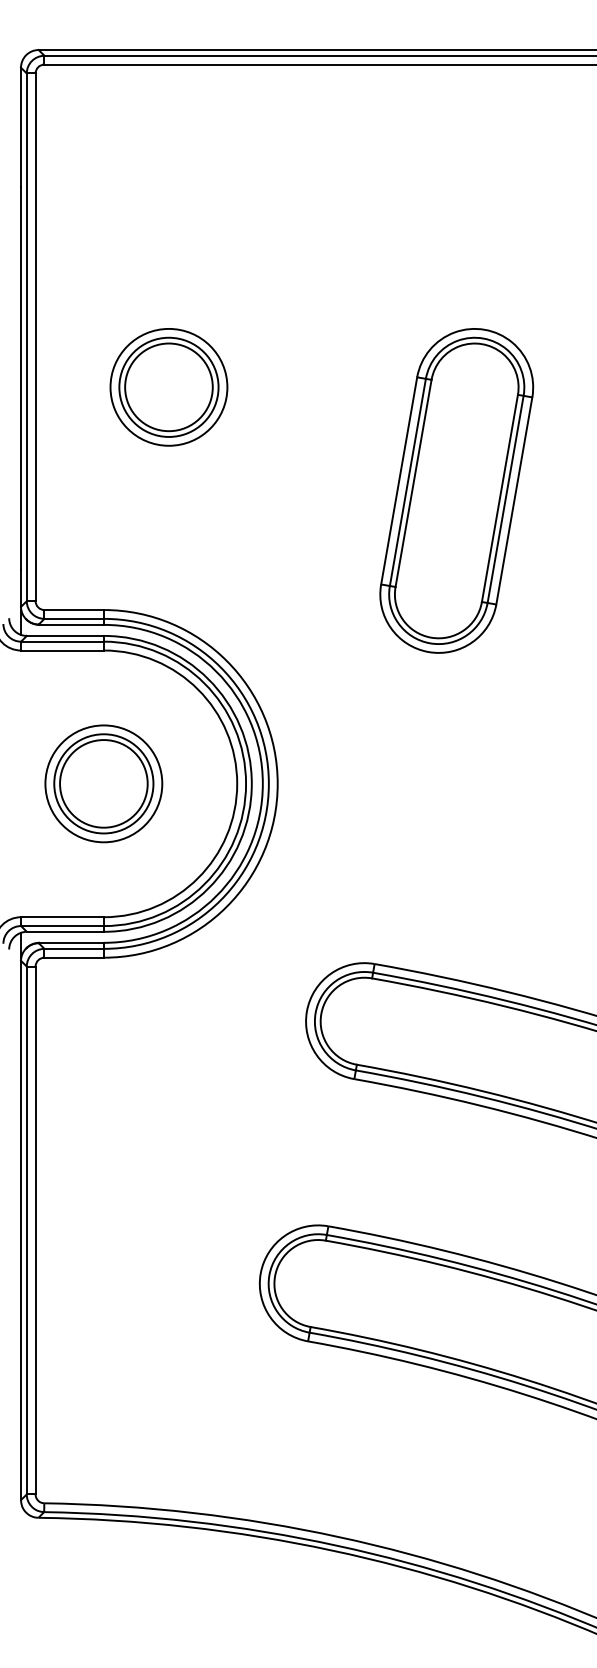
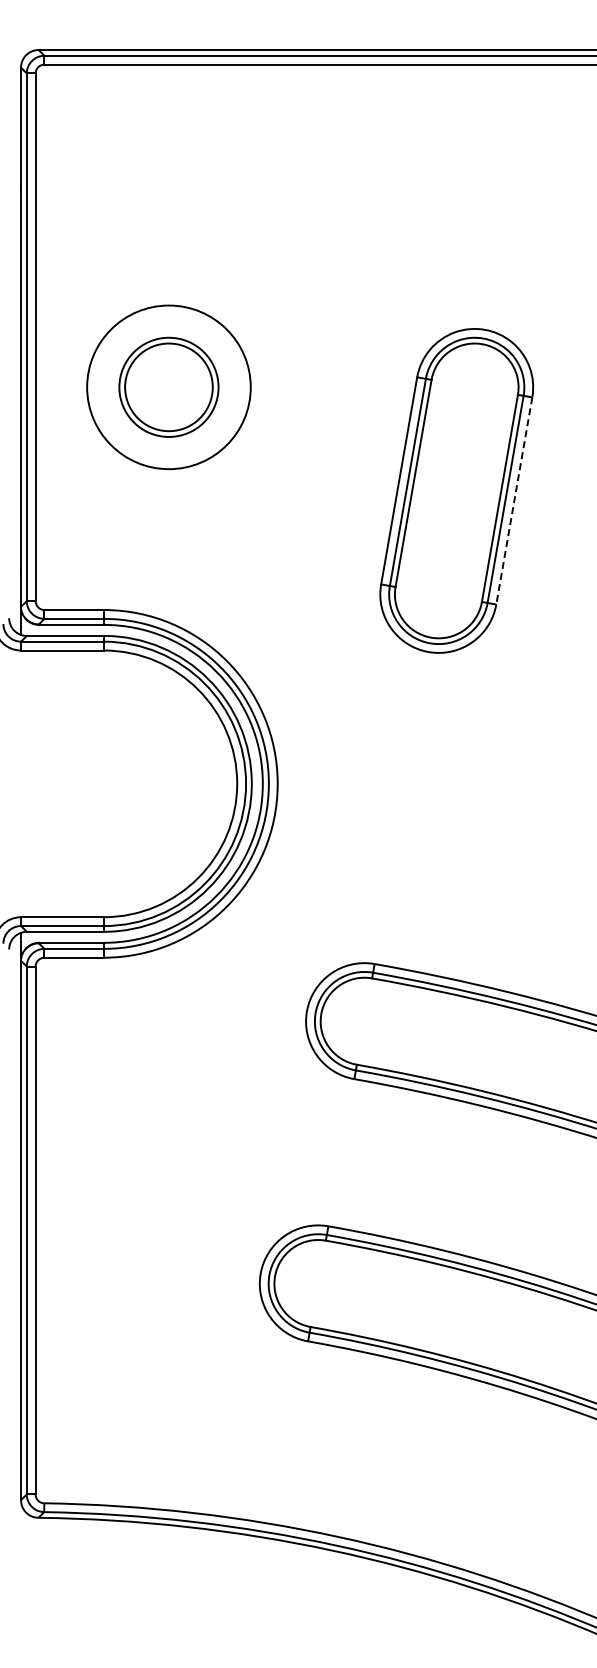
circle at (168, 386) diameter: 117 px -> 164 px
line at (514, 501): solid -> dashed
part at (103, 783): present -> none
